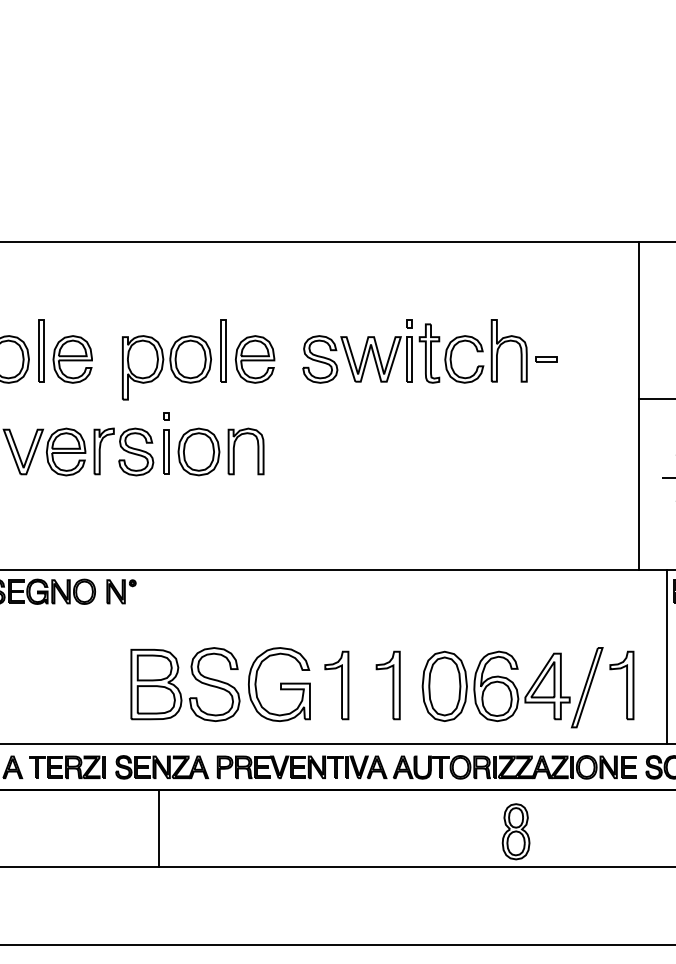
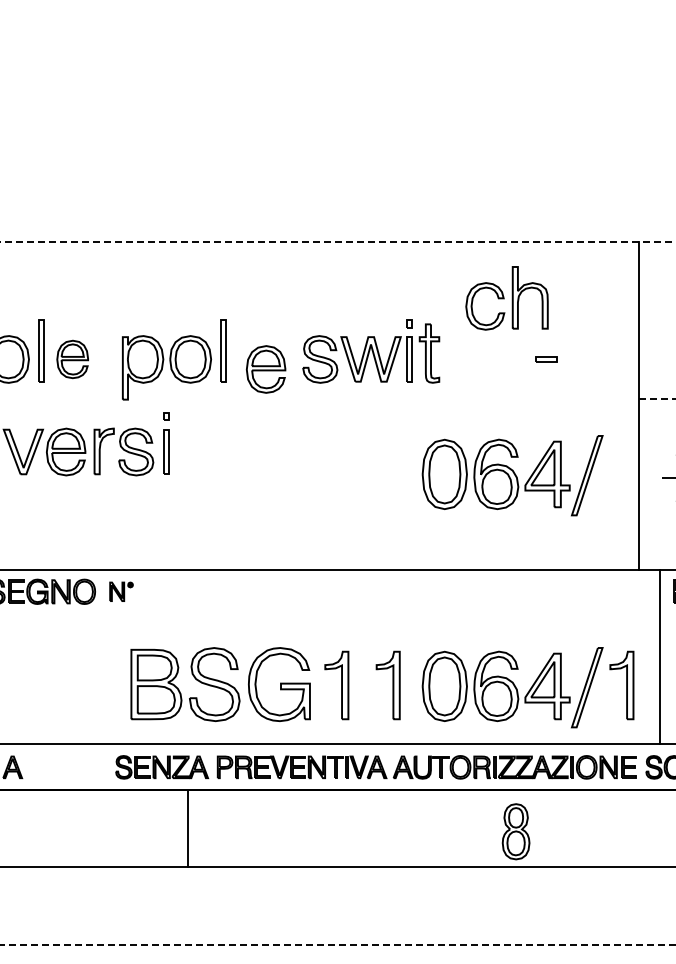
line at (338, 242): solid -> dashed
part at (485, 351) position: (485, 351) -> (506, 298)
part at (72, 359) size: 41x49 px -> 33x41 px
part at (254, 359) position: (254, 359) -> (265, 369)
line at (657, 398): solid -> dashed
part at (220, 451): present -> none
part at (512, 475): none -> present
part at (121, 591) size: 31x26 px -> 25x21 px
line at (666, 656) position: (666, 656) -> (659, 656)
part at (67, 767): present -> none
line at (158, 828) position: (158, 828) -> (187, 828)
line at (338, 944): solid -> dashed
